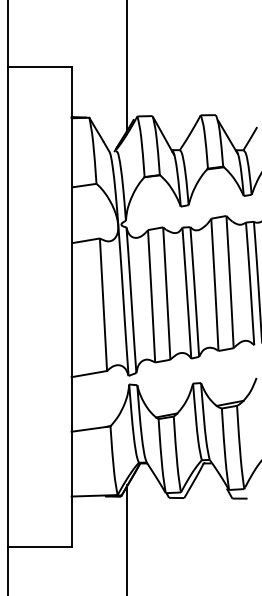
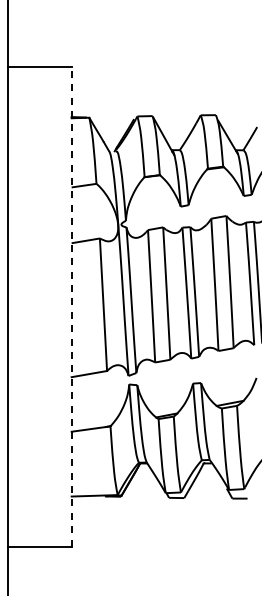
line at (127, 66): present -> none
line at (71, 306): solid -> dashed
line at (127, 538): present -> none
